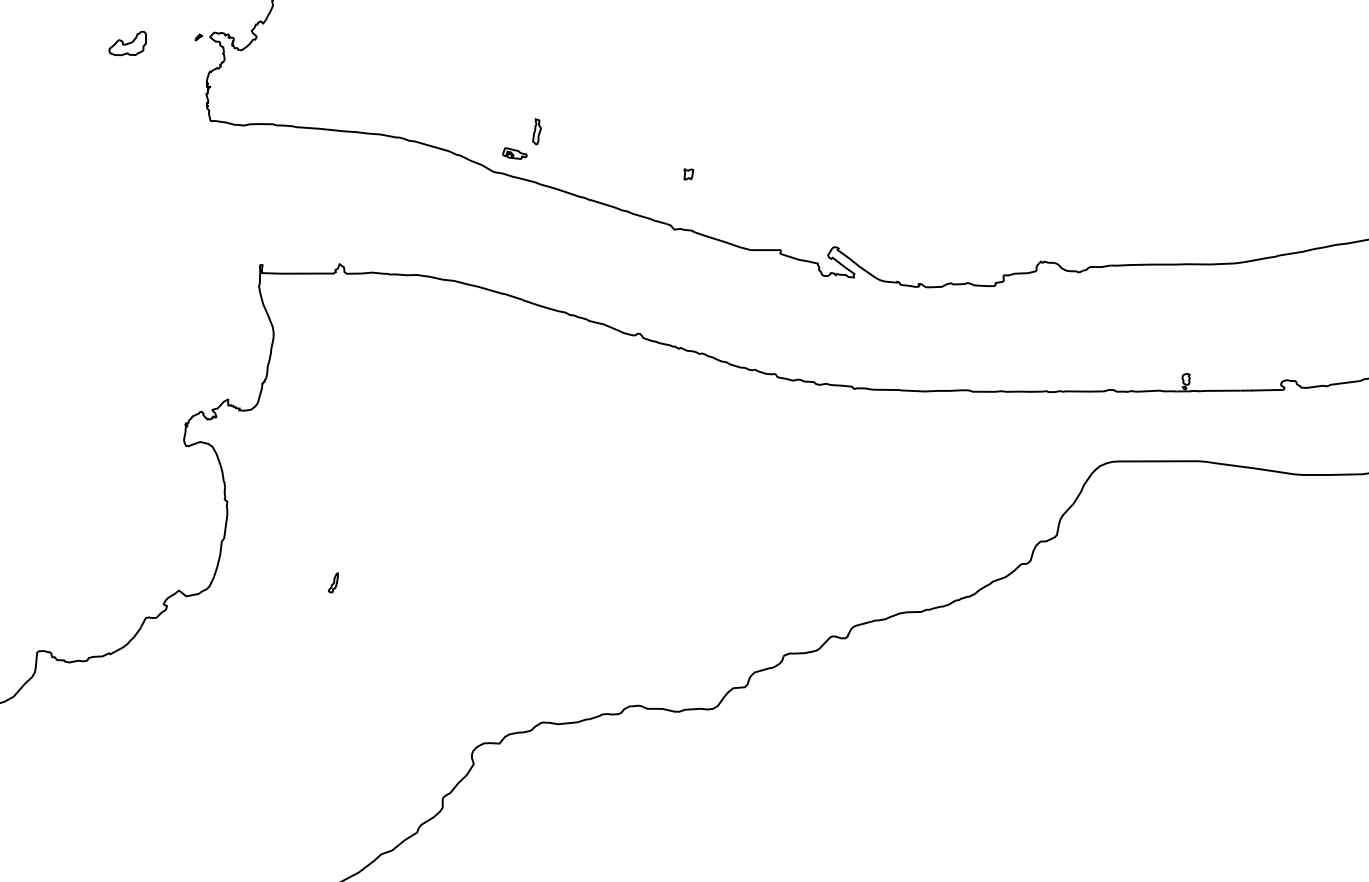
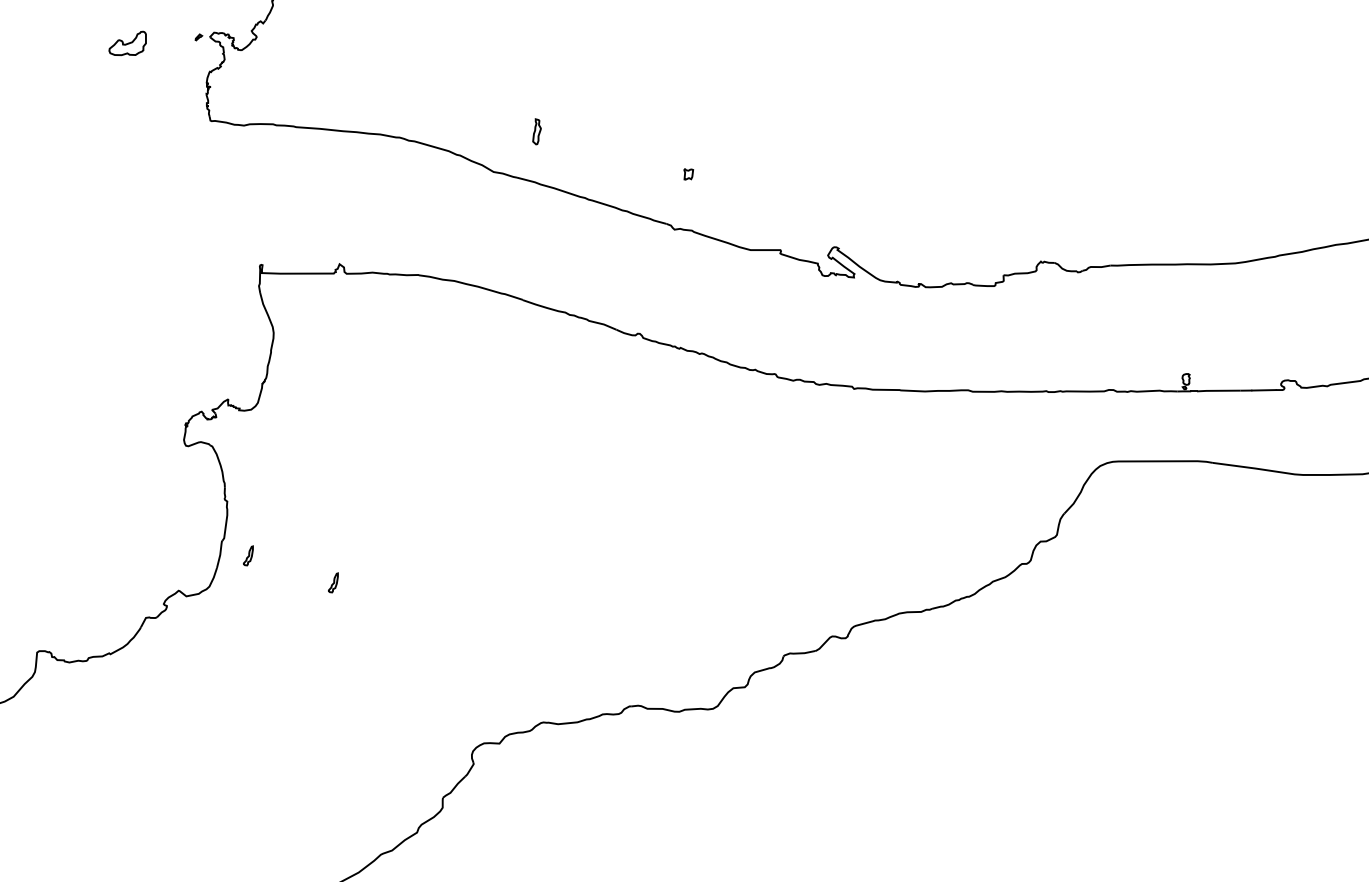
part at (514, 153): present -> none
part at (248, 555): none -> present
